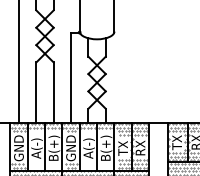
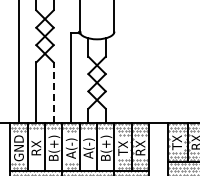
line at (53, 92): solid -> dashed
text at (36, 148): A(-) -> RX
text at (71, 148): GND -> A(-)
